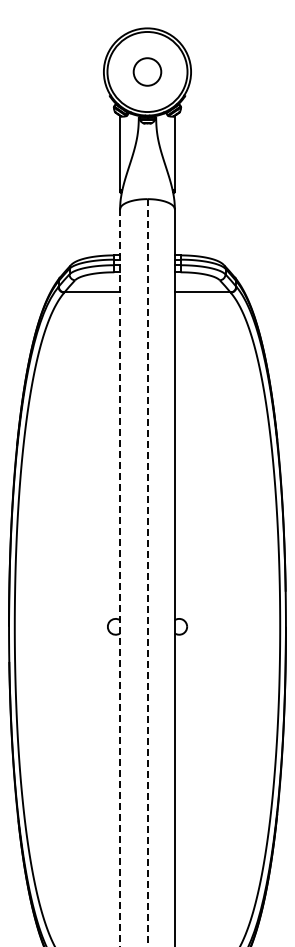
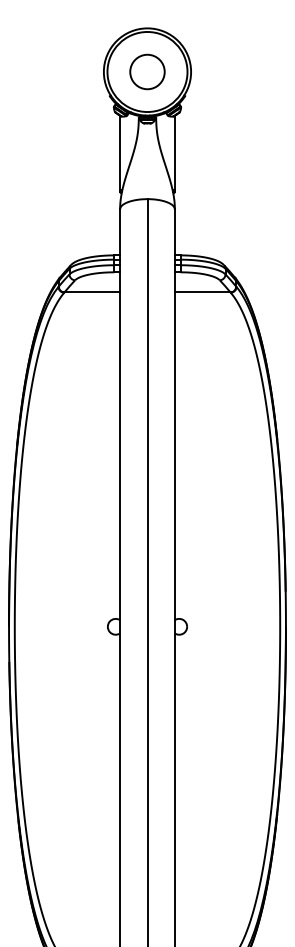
circle at (147, 71) size: 31x30 px -> 37x38 px
line at (147, 572): dashed -> solid
line at (120, 578): dashed -> solid
